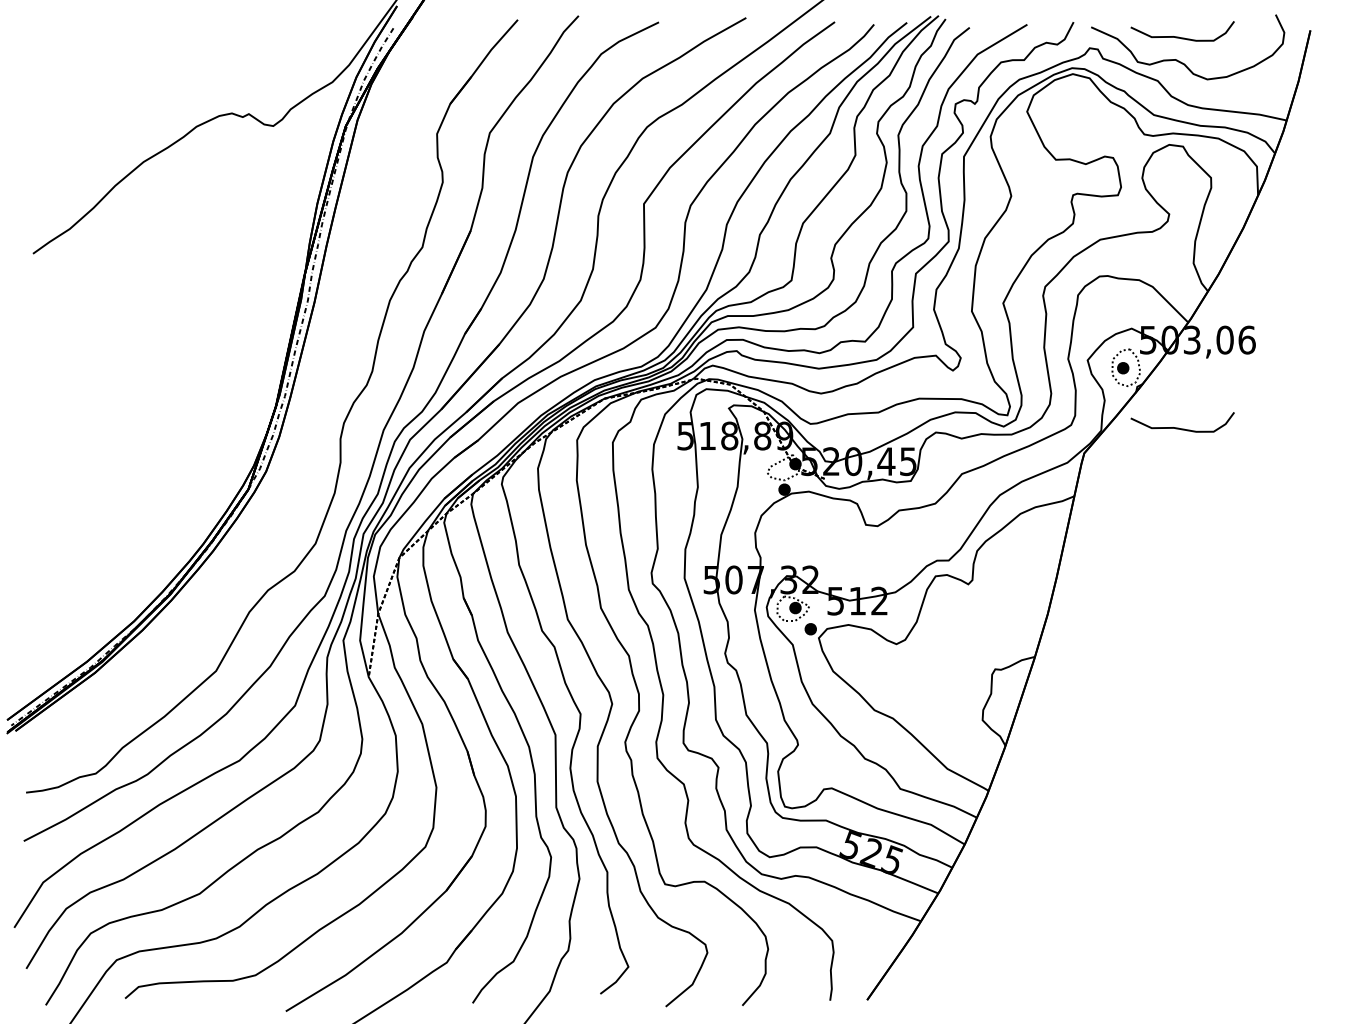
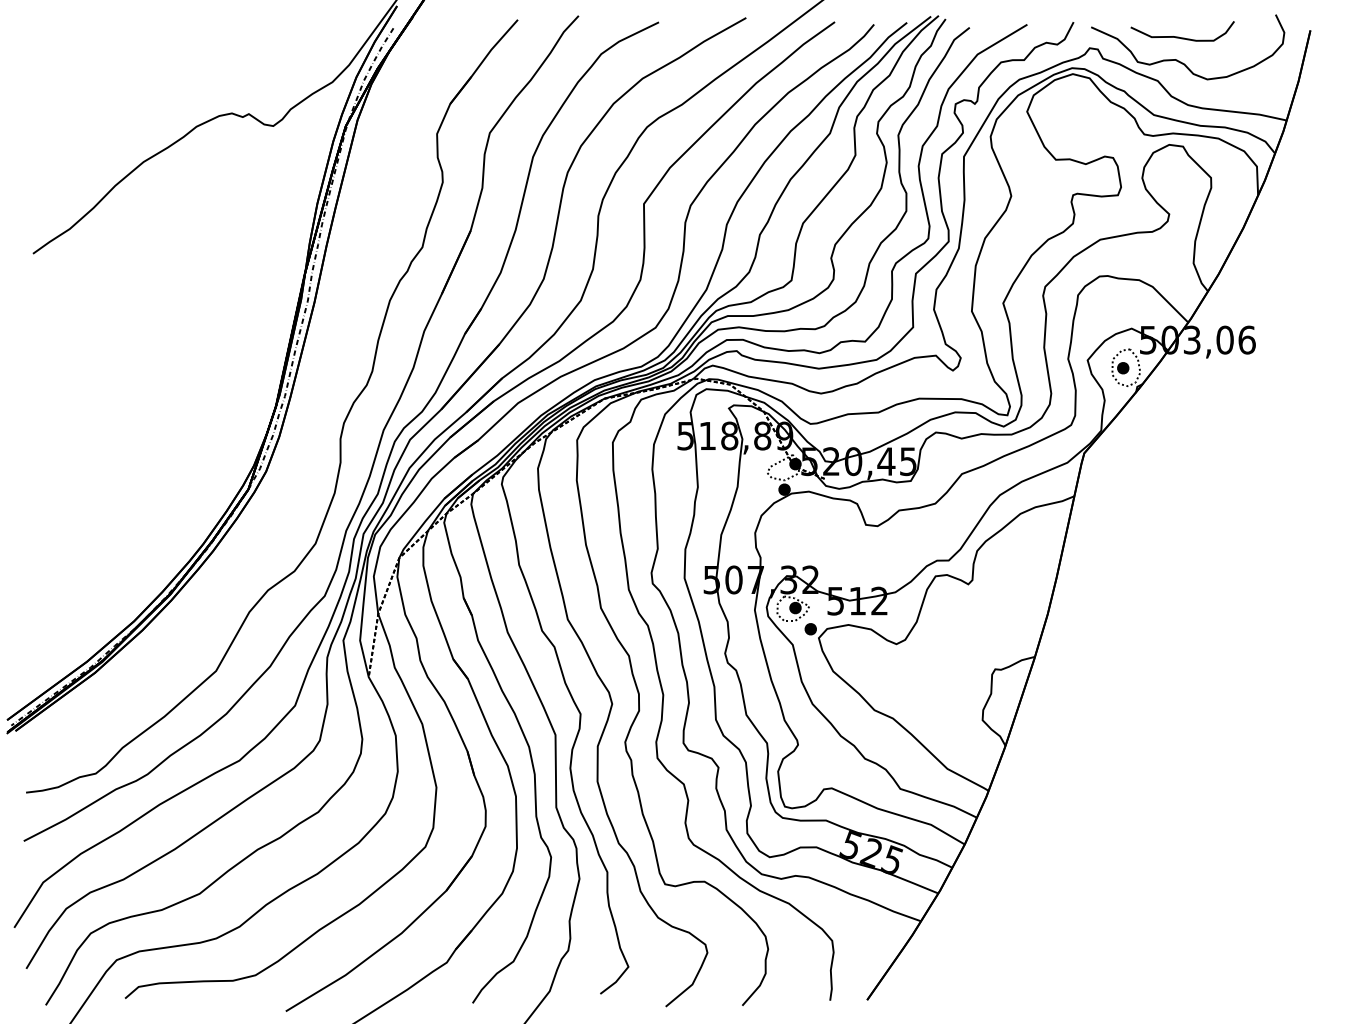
curve at (1182, 428): present -> none
